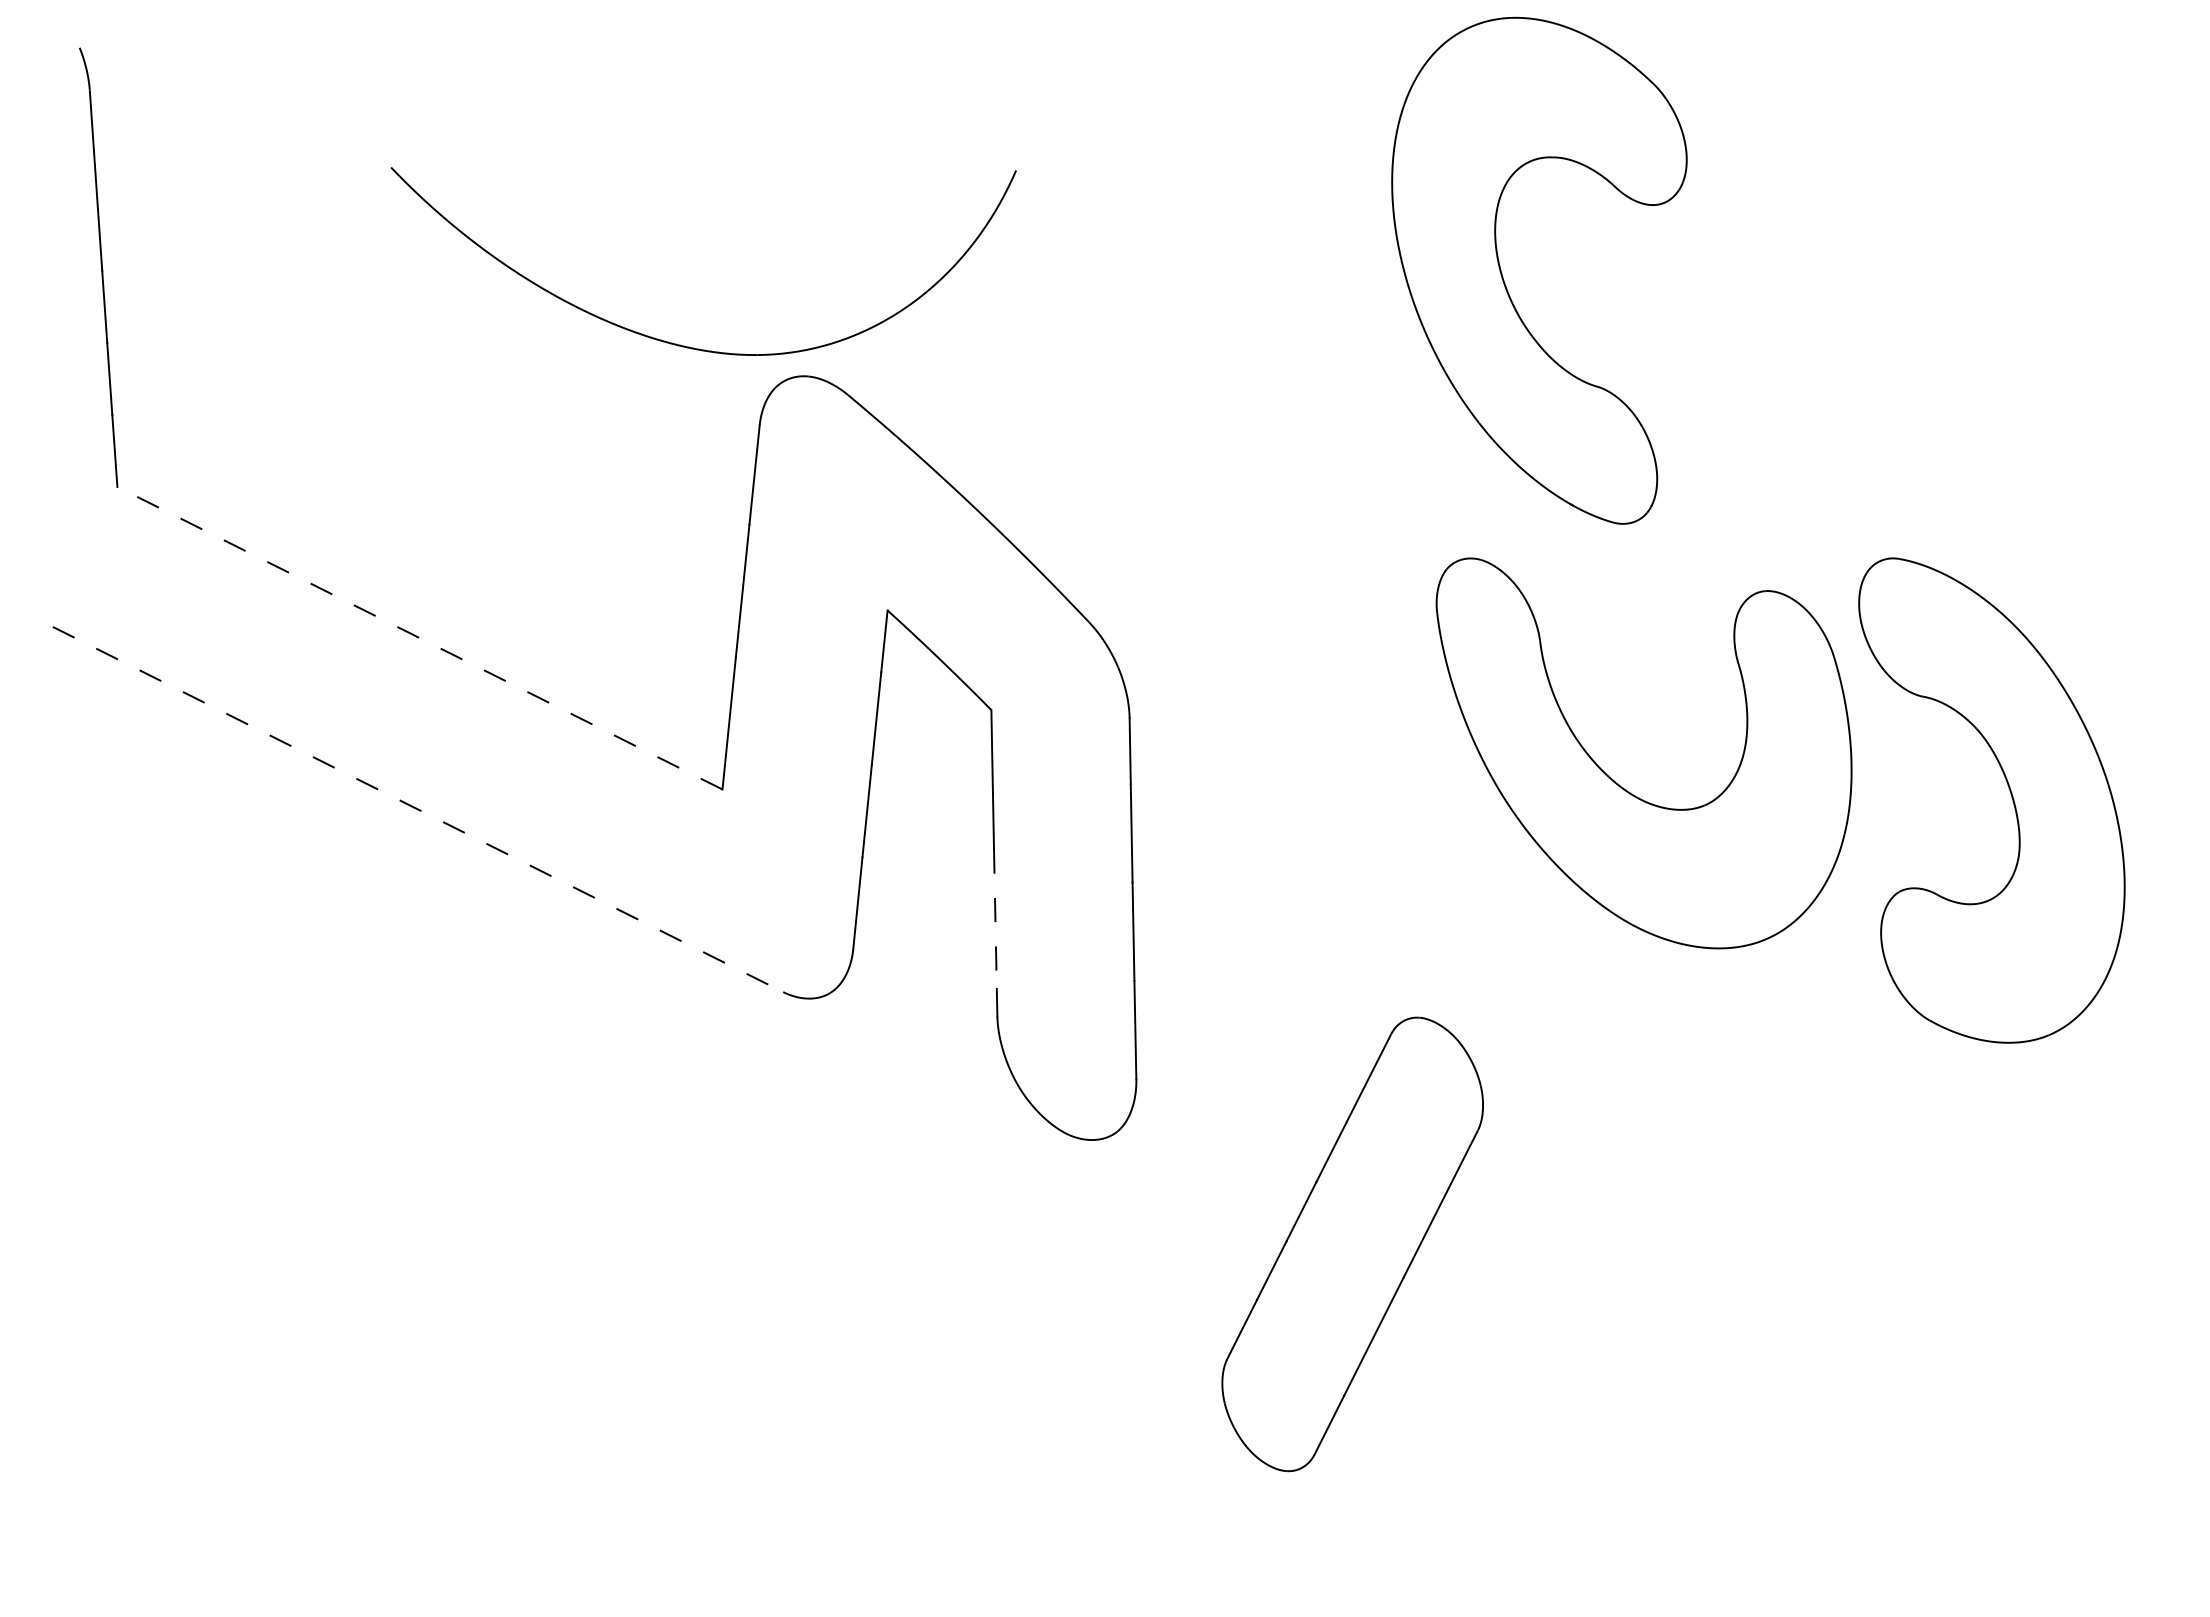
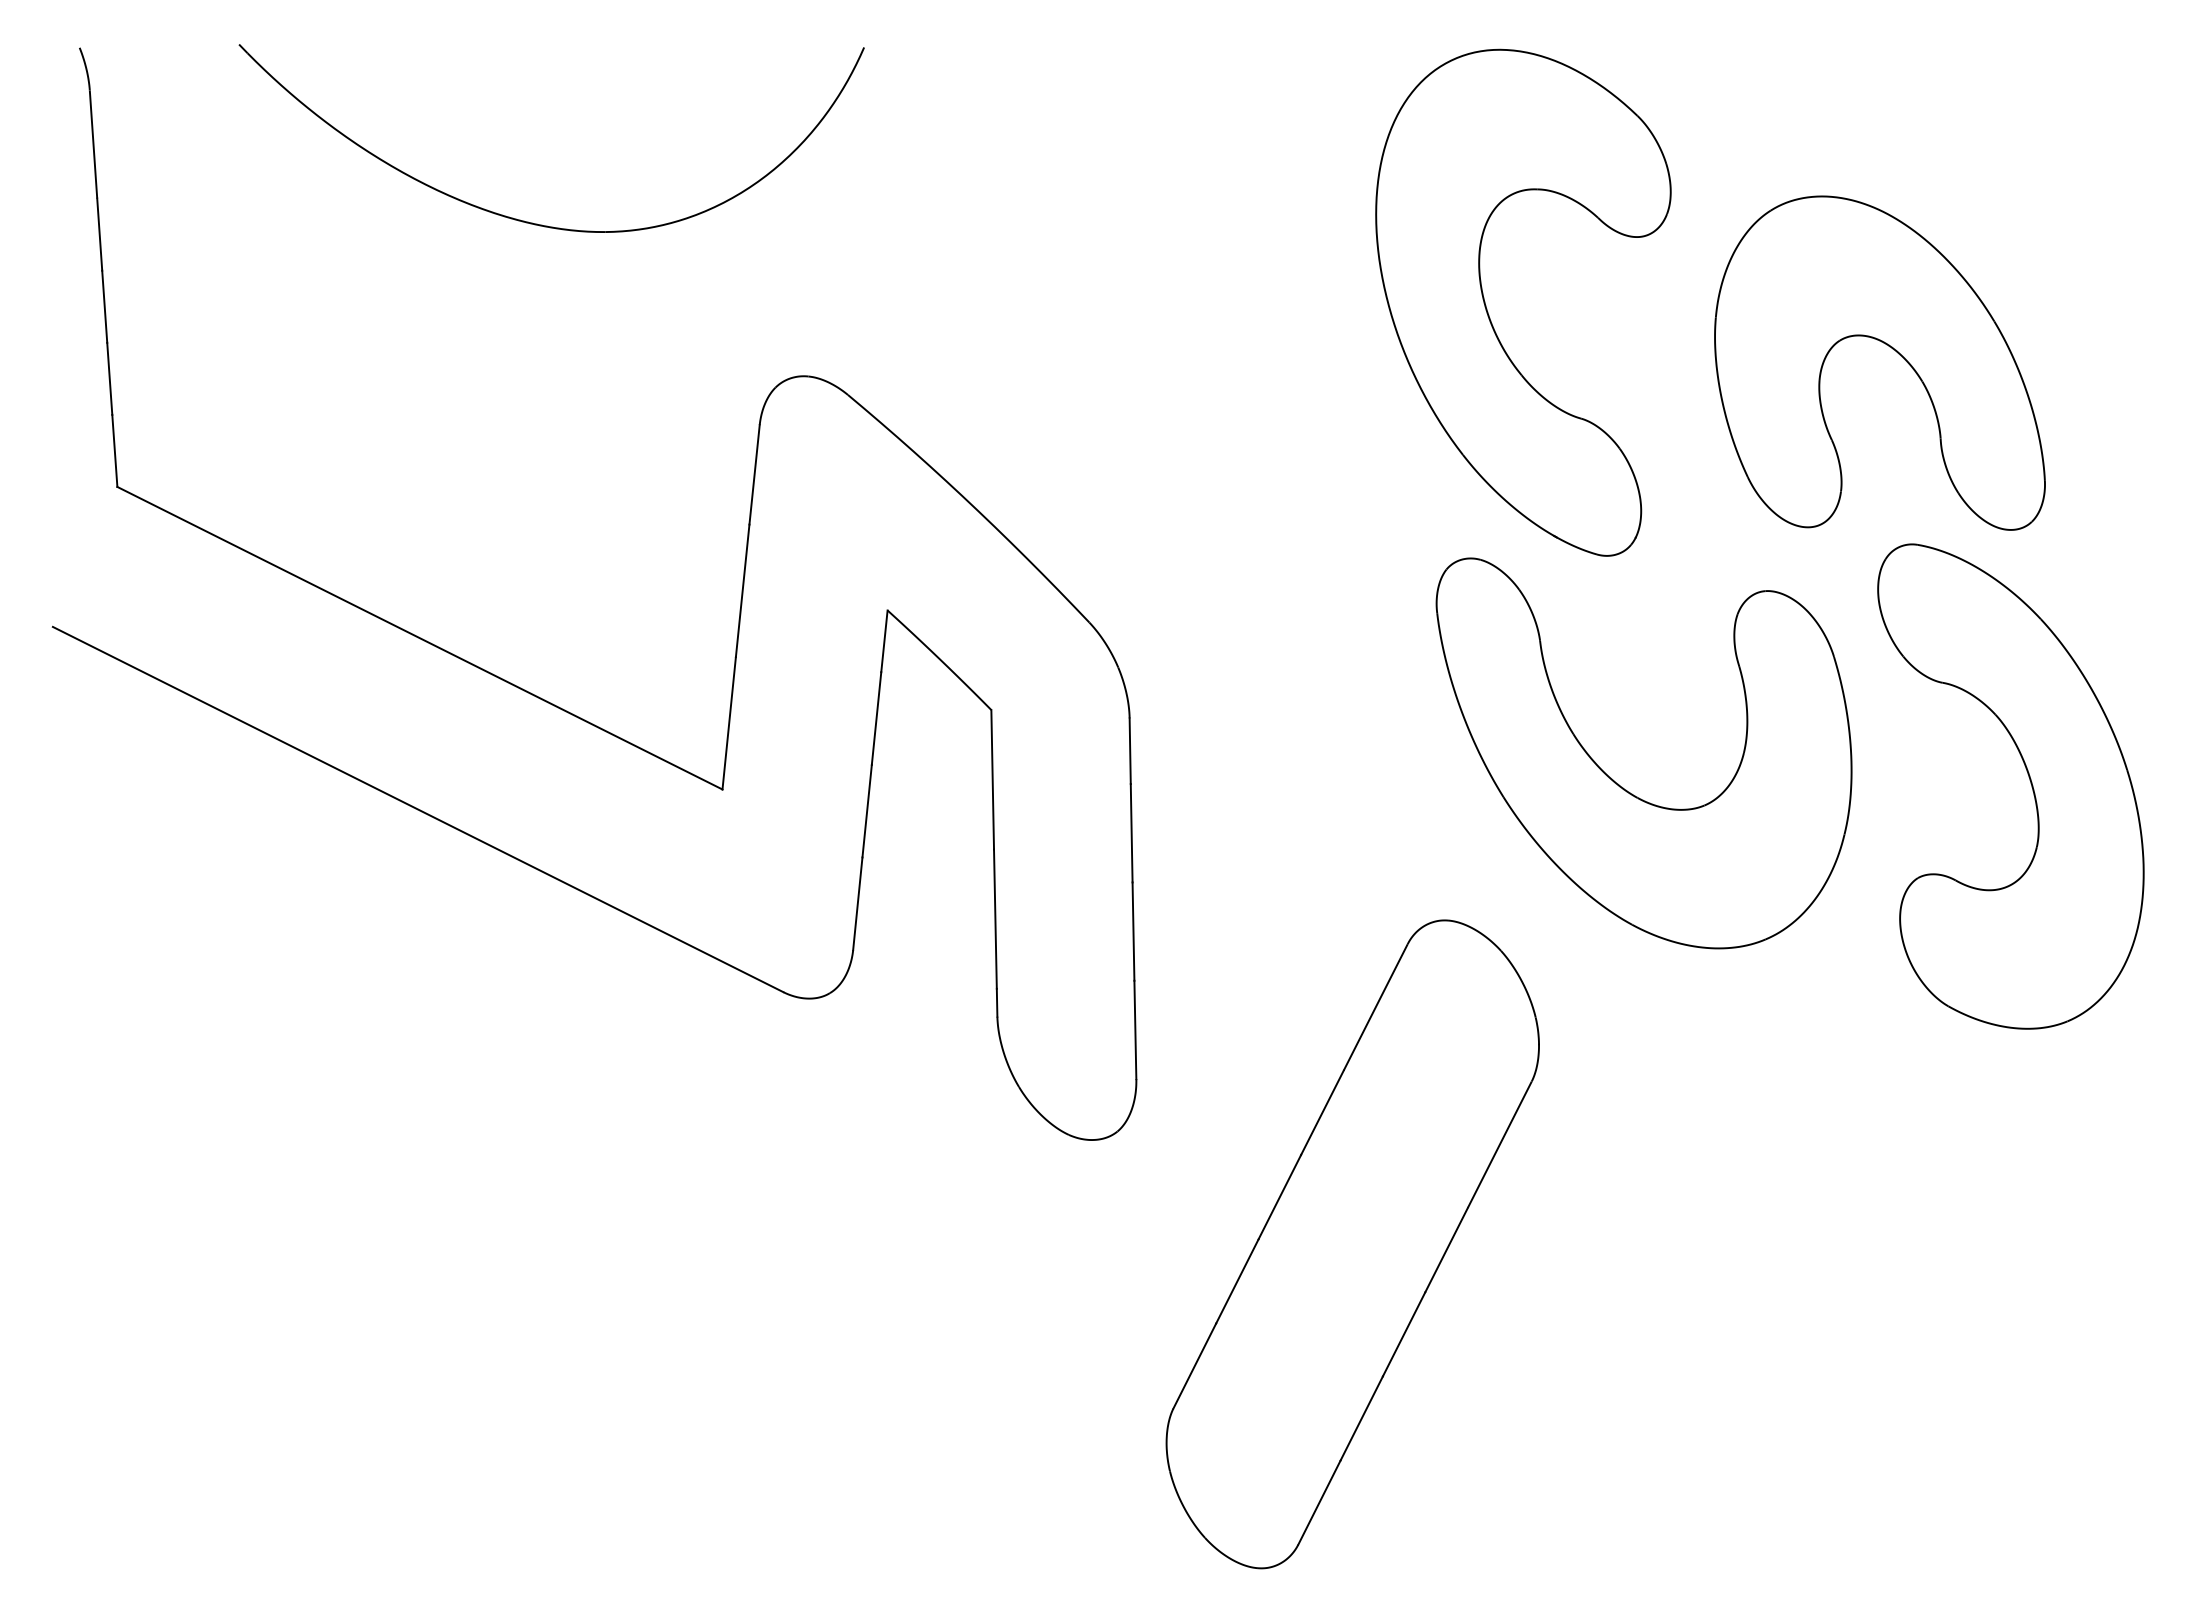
part at (1504, 280) position: (1504, 280) -> (1488, 312)
part at (684, 345) position: (684, 345) -> (532, 222)
part at (1889, 347): none -> present
line at (419, 638): dashed -> solid
part at (2010, 794) position: (2010, 794) -> (2029, 780)
line at (418, 809): dashed -> solid
line at (995, 919): dashed -> solid
part at (1352, 1244) size: 263x457 px -> 375x651 px
